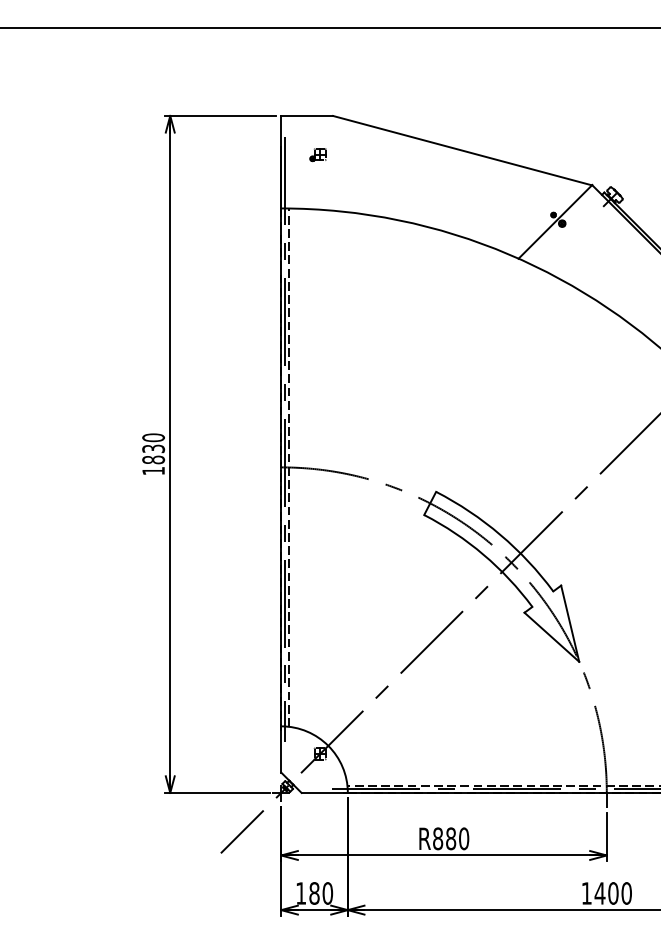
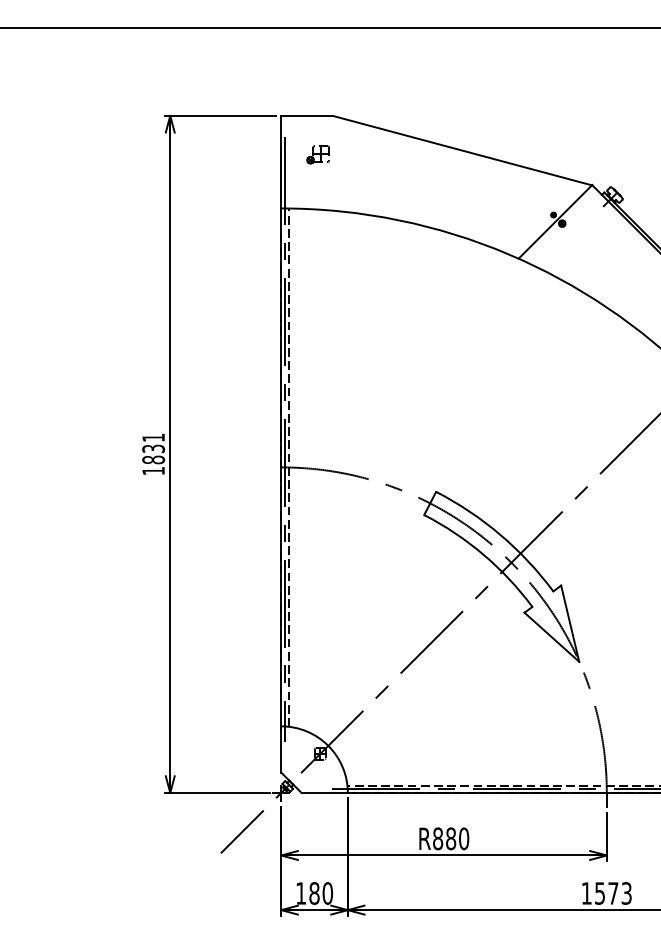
part at (317, 155) size: 18x15 px -> 24x20 px
text at (153, 437): 1830 -> 1831
text at (612, 893): 1400 -> 1573
